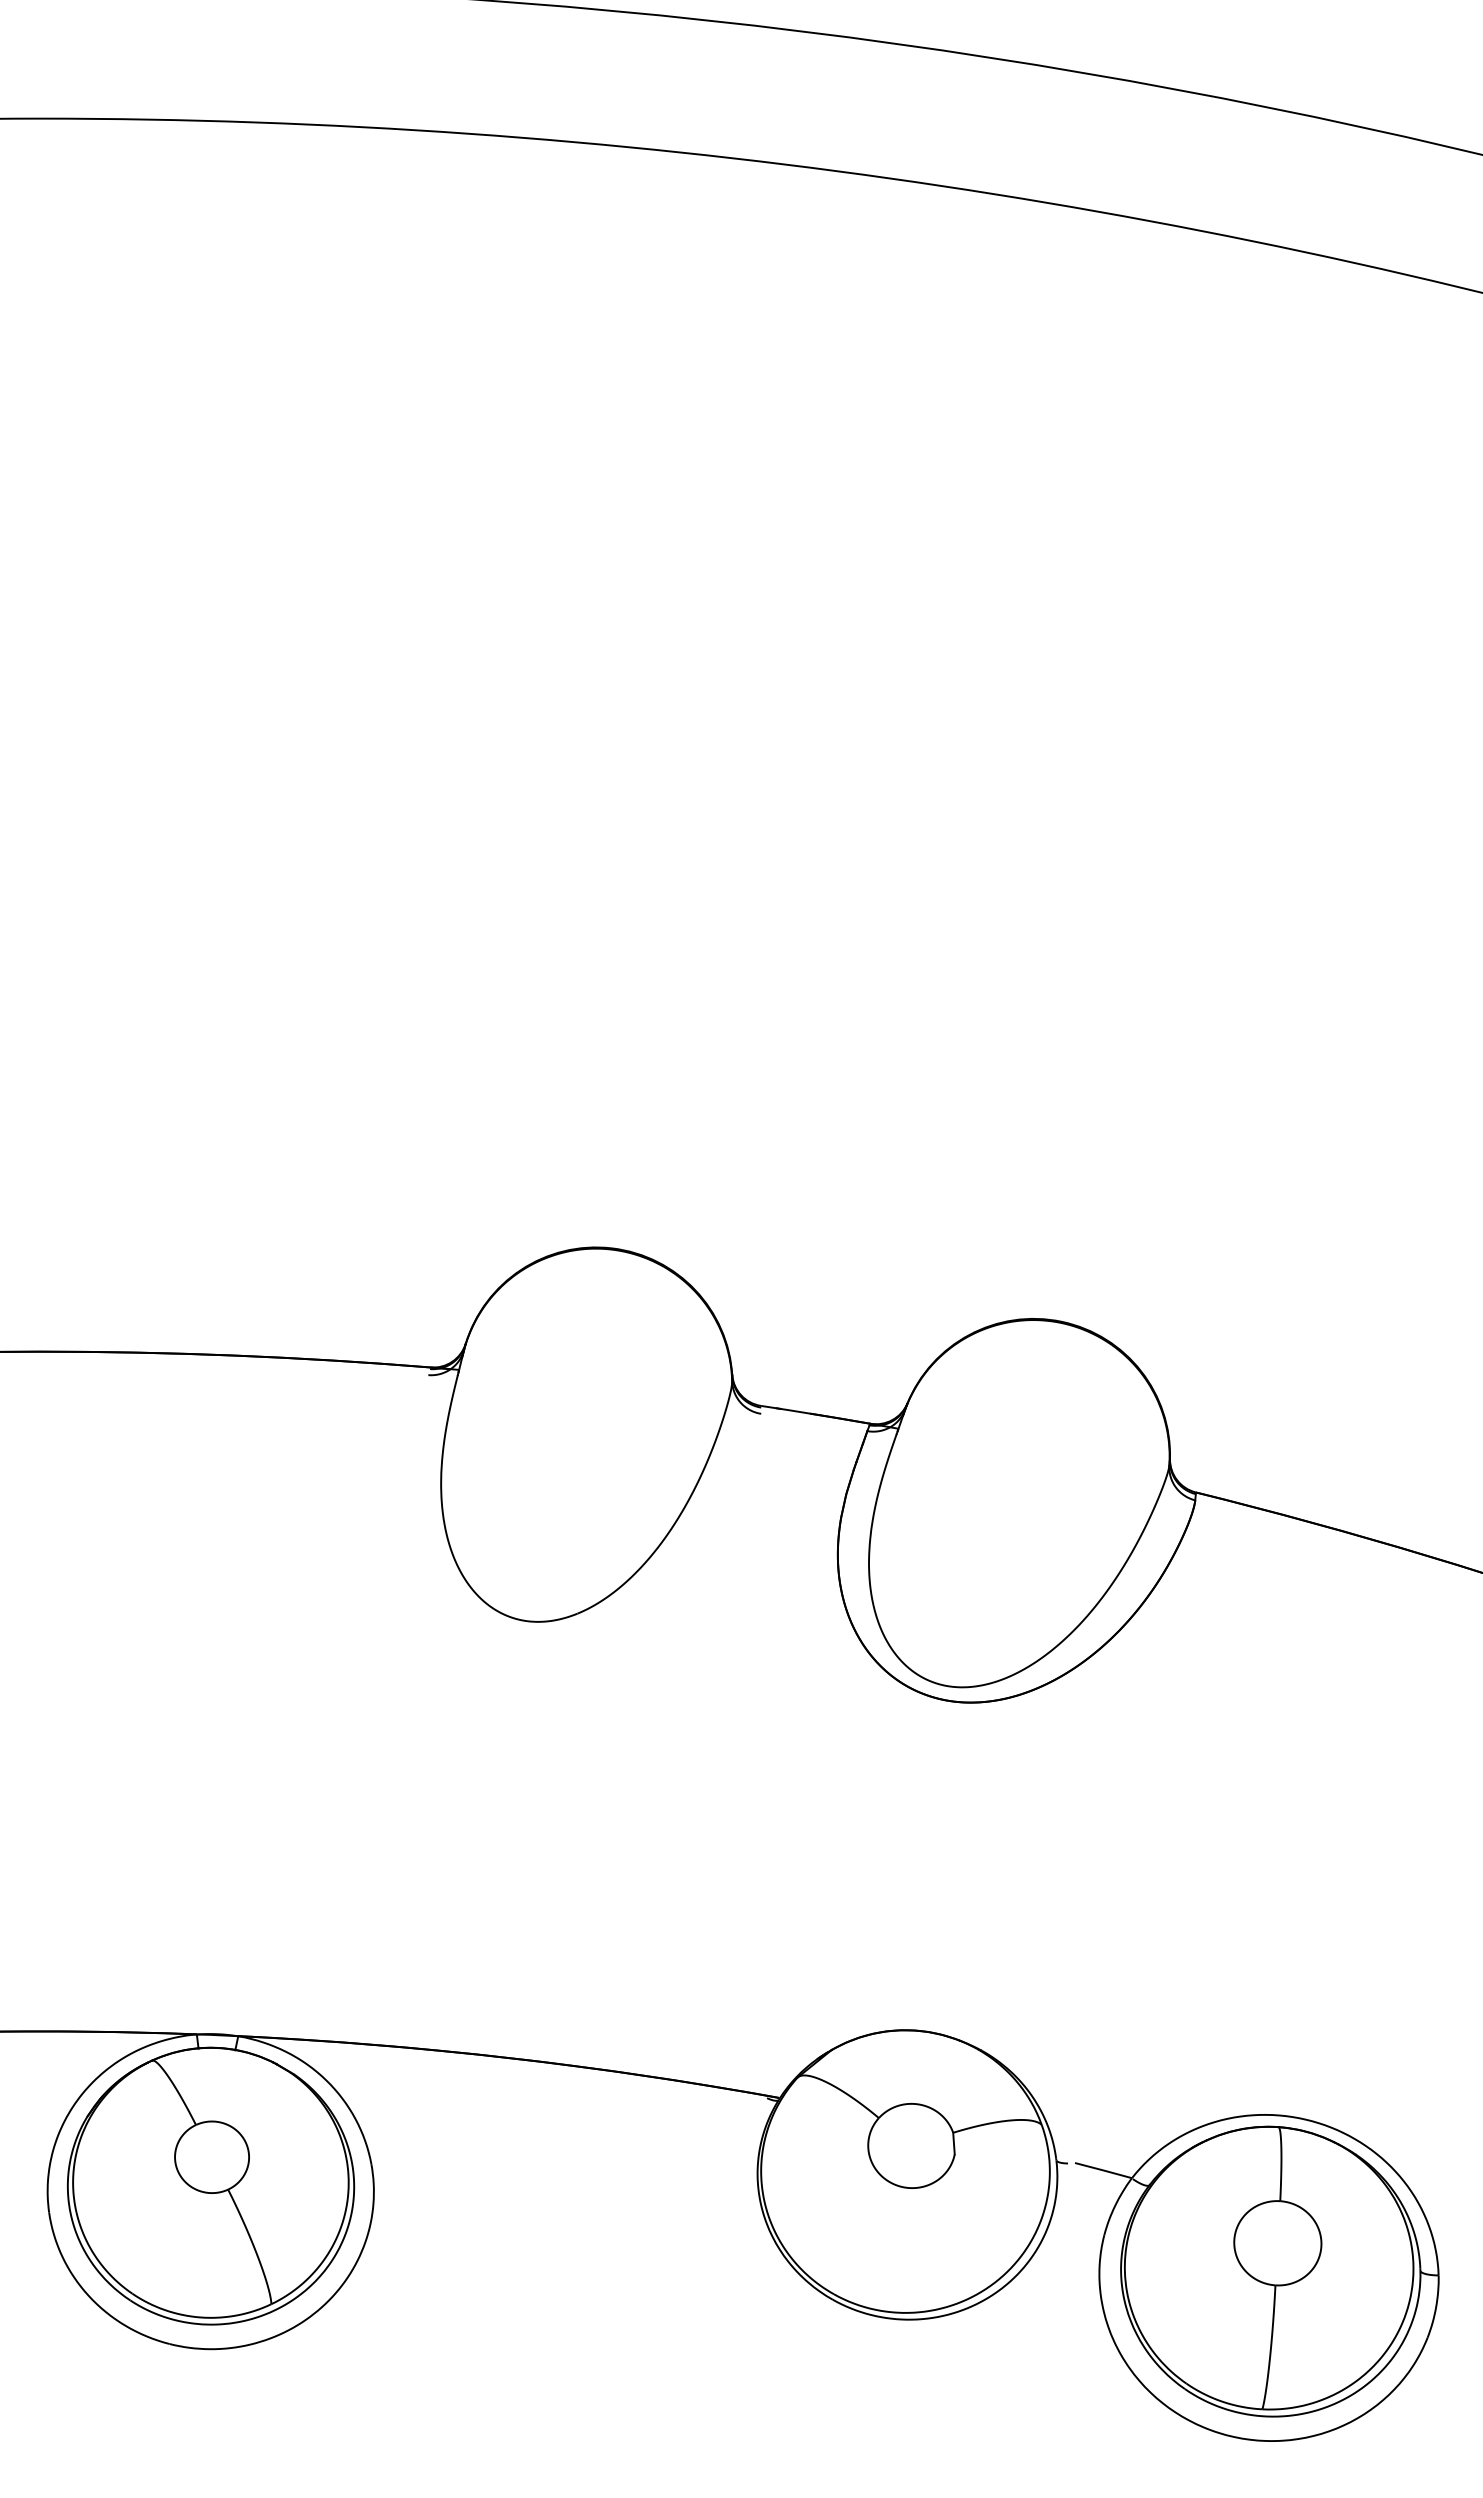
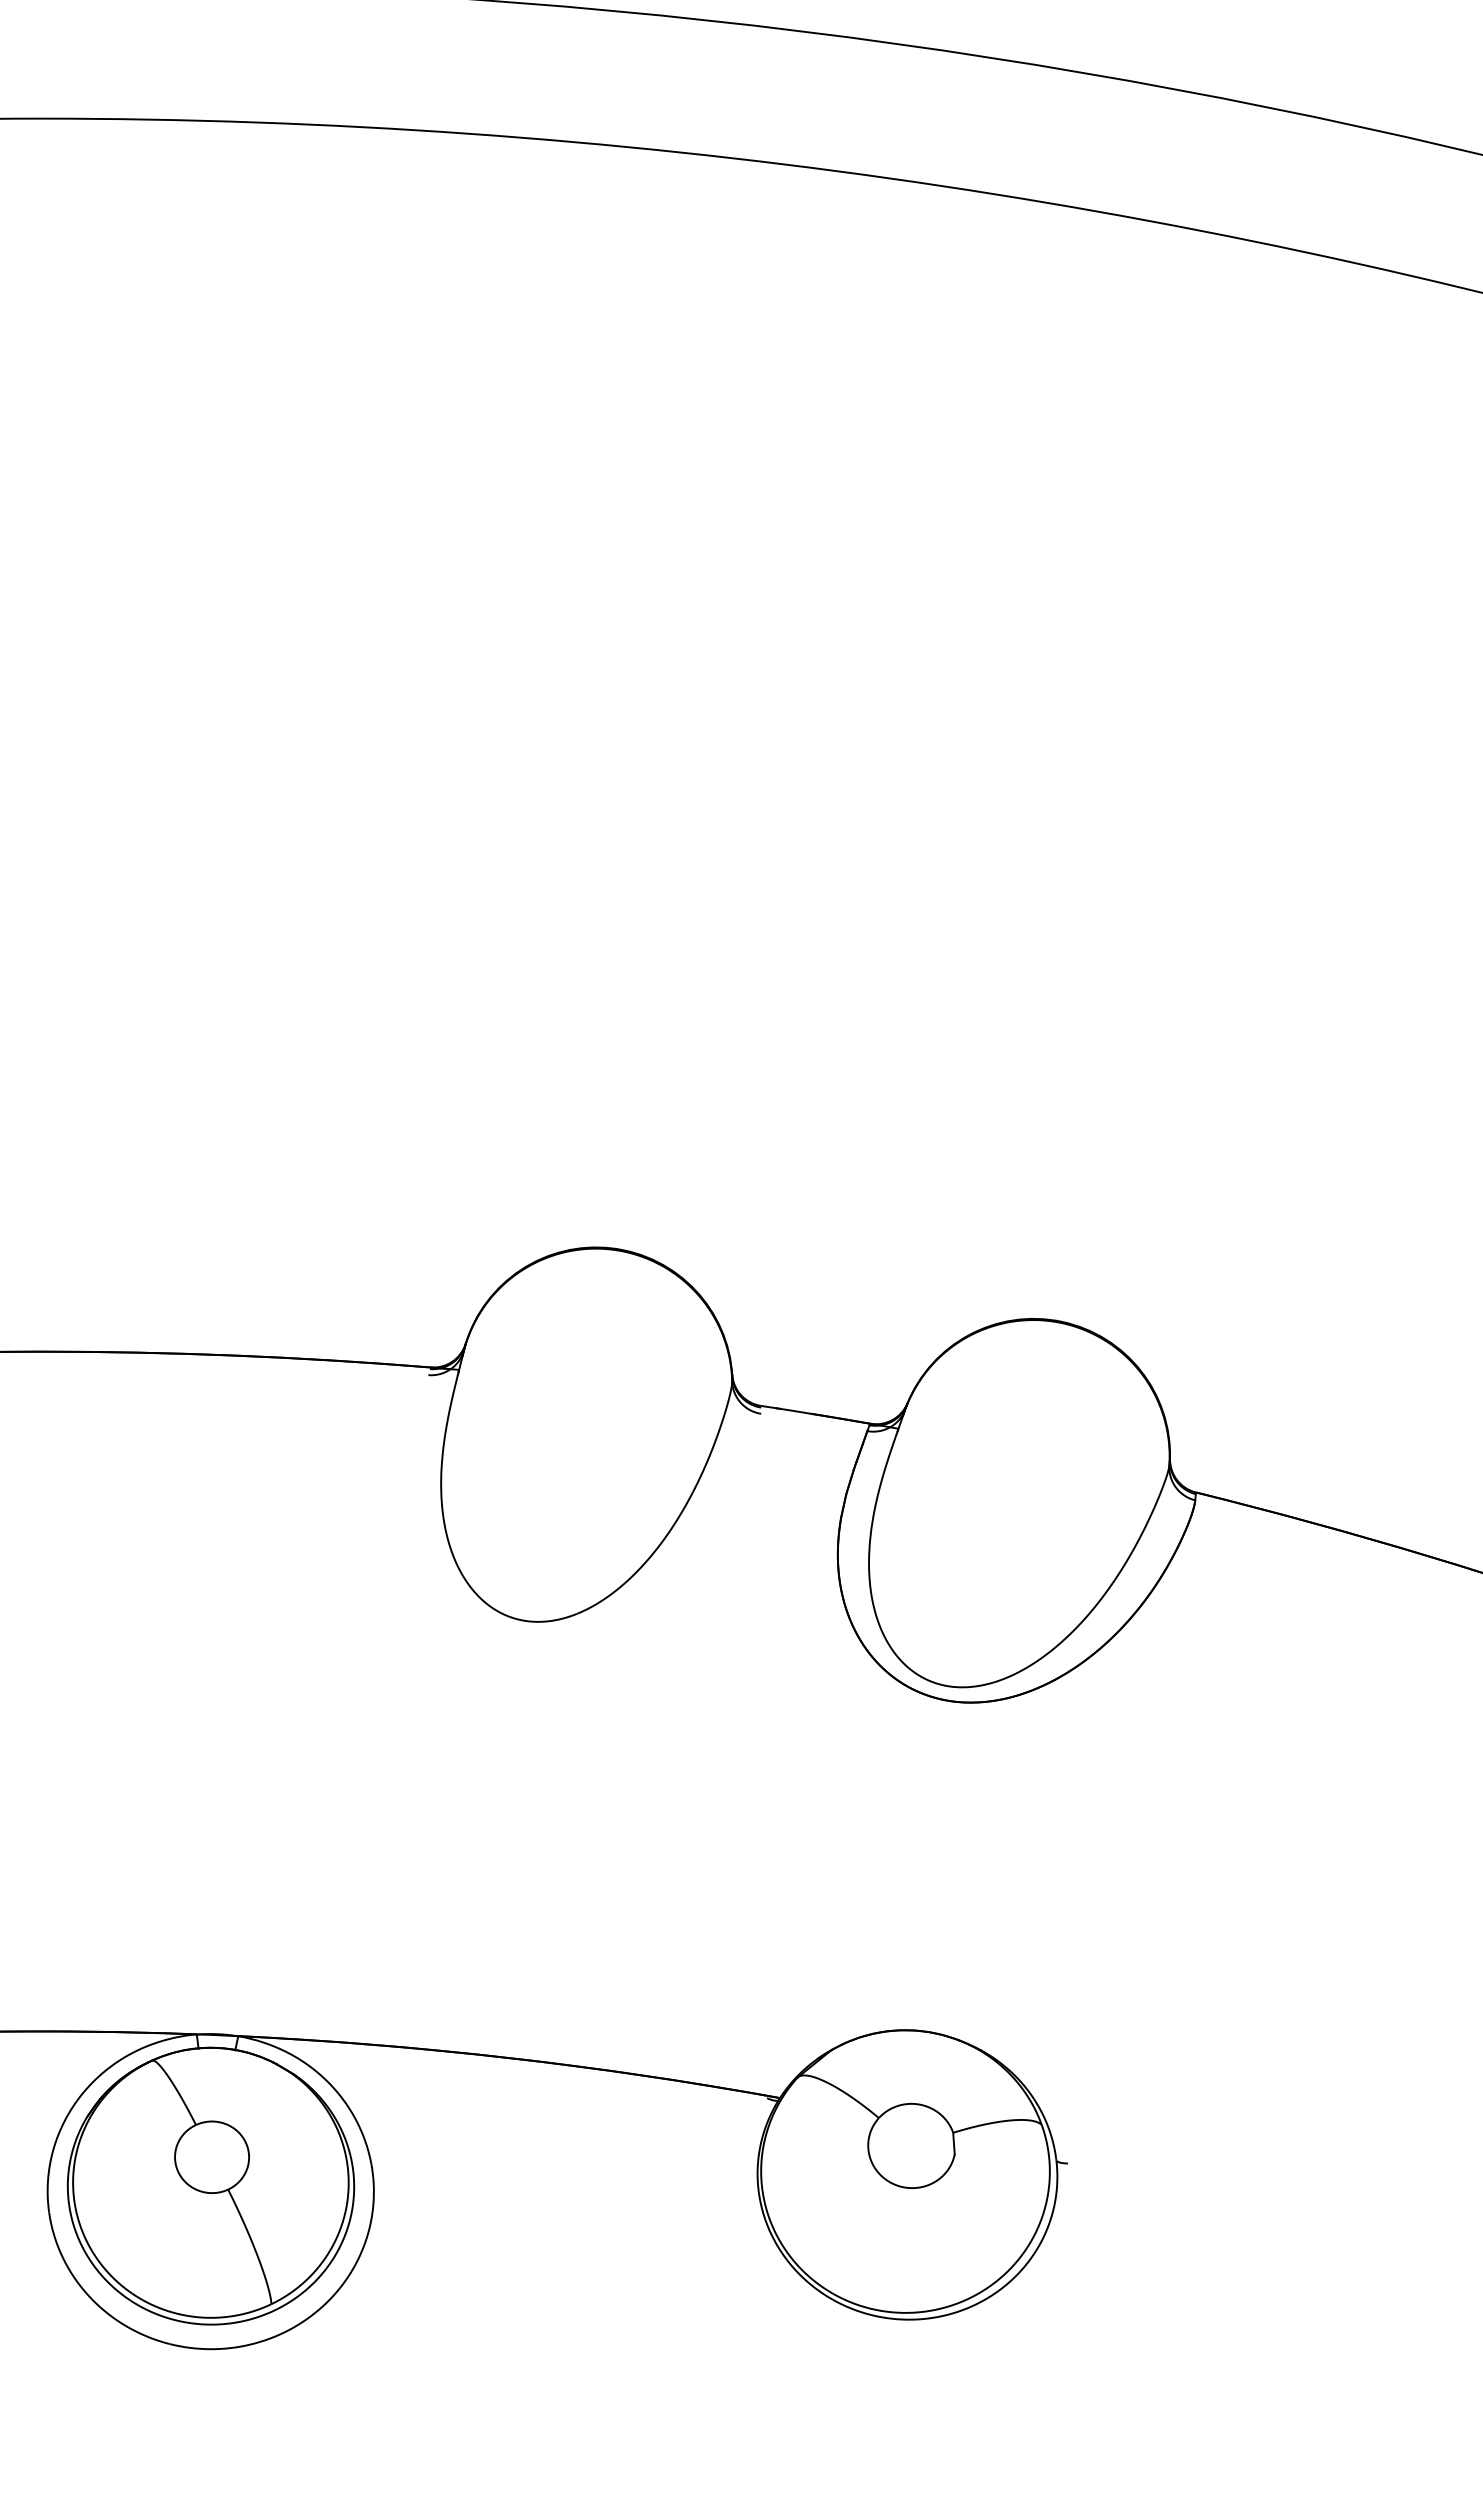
part at (1257, 2277): present -> none
